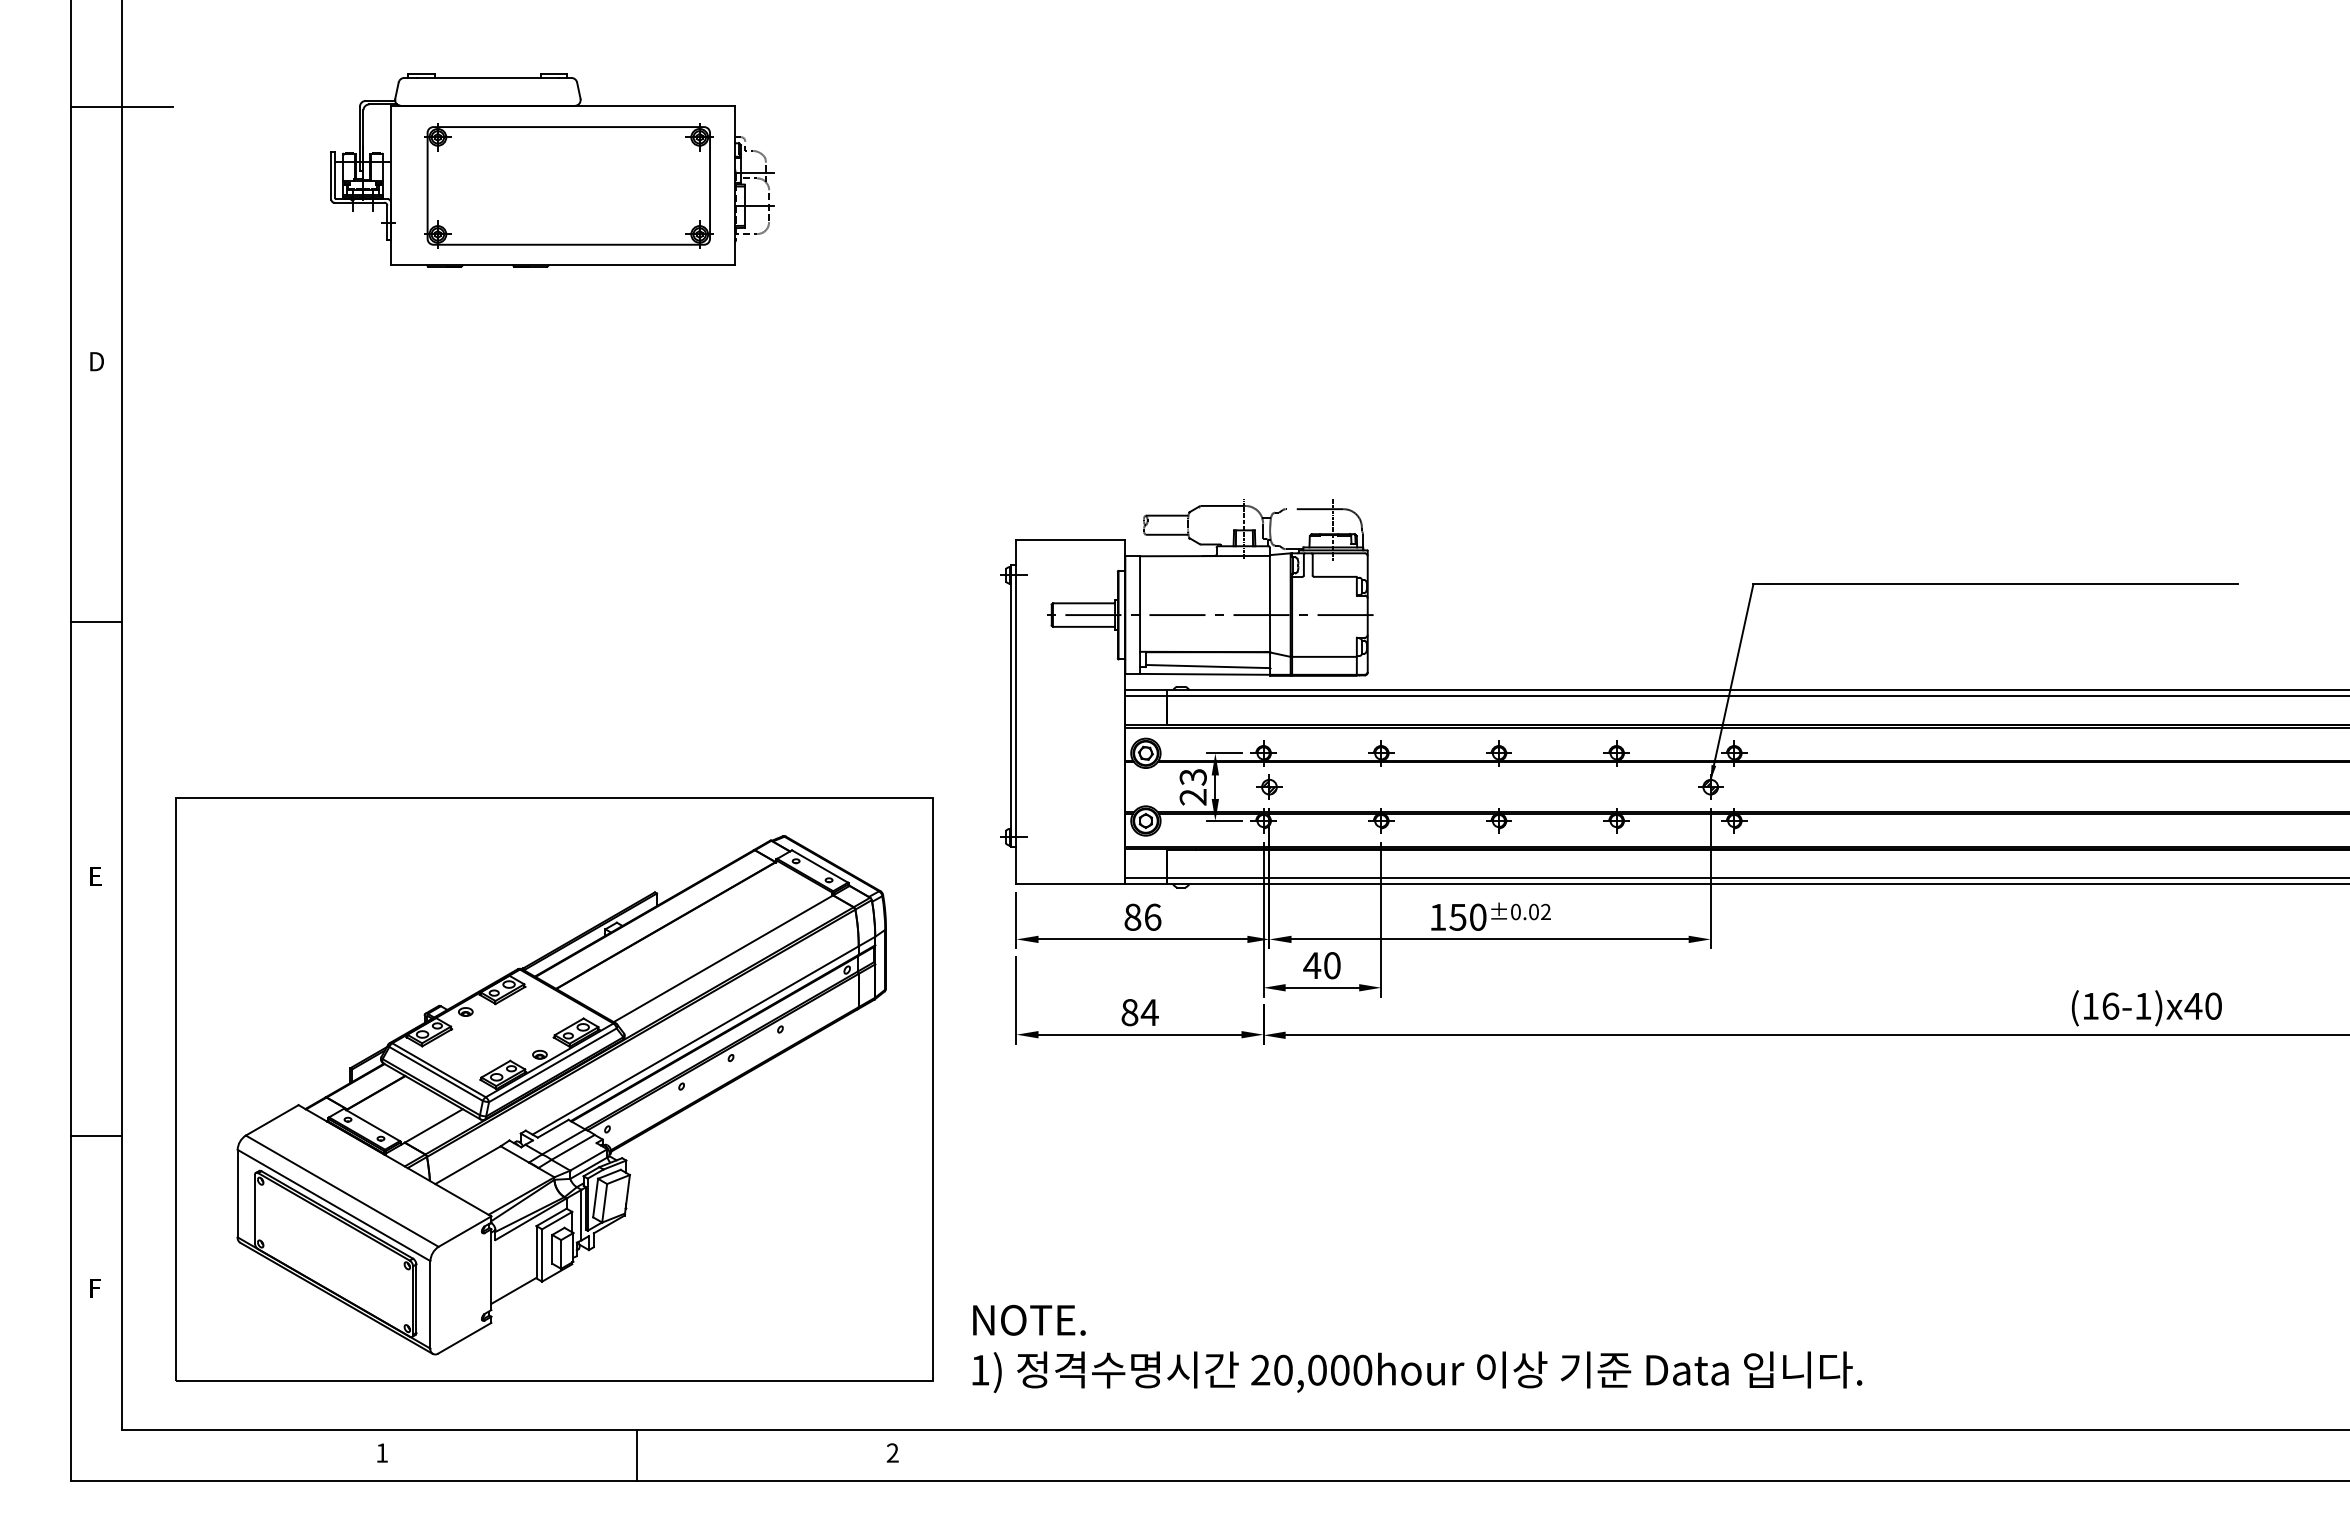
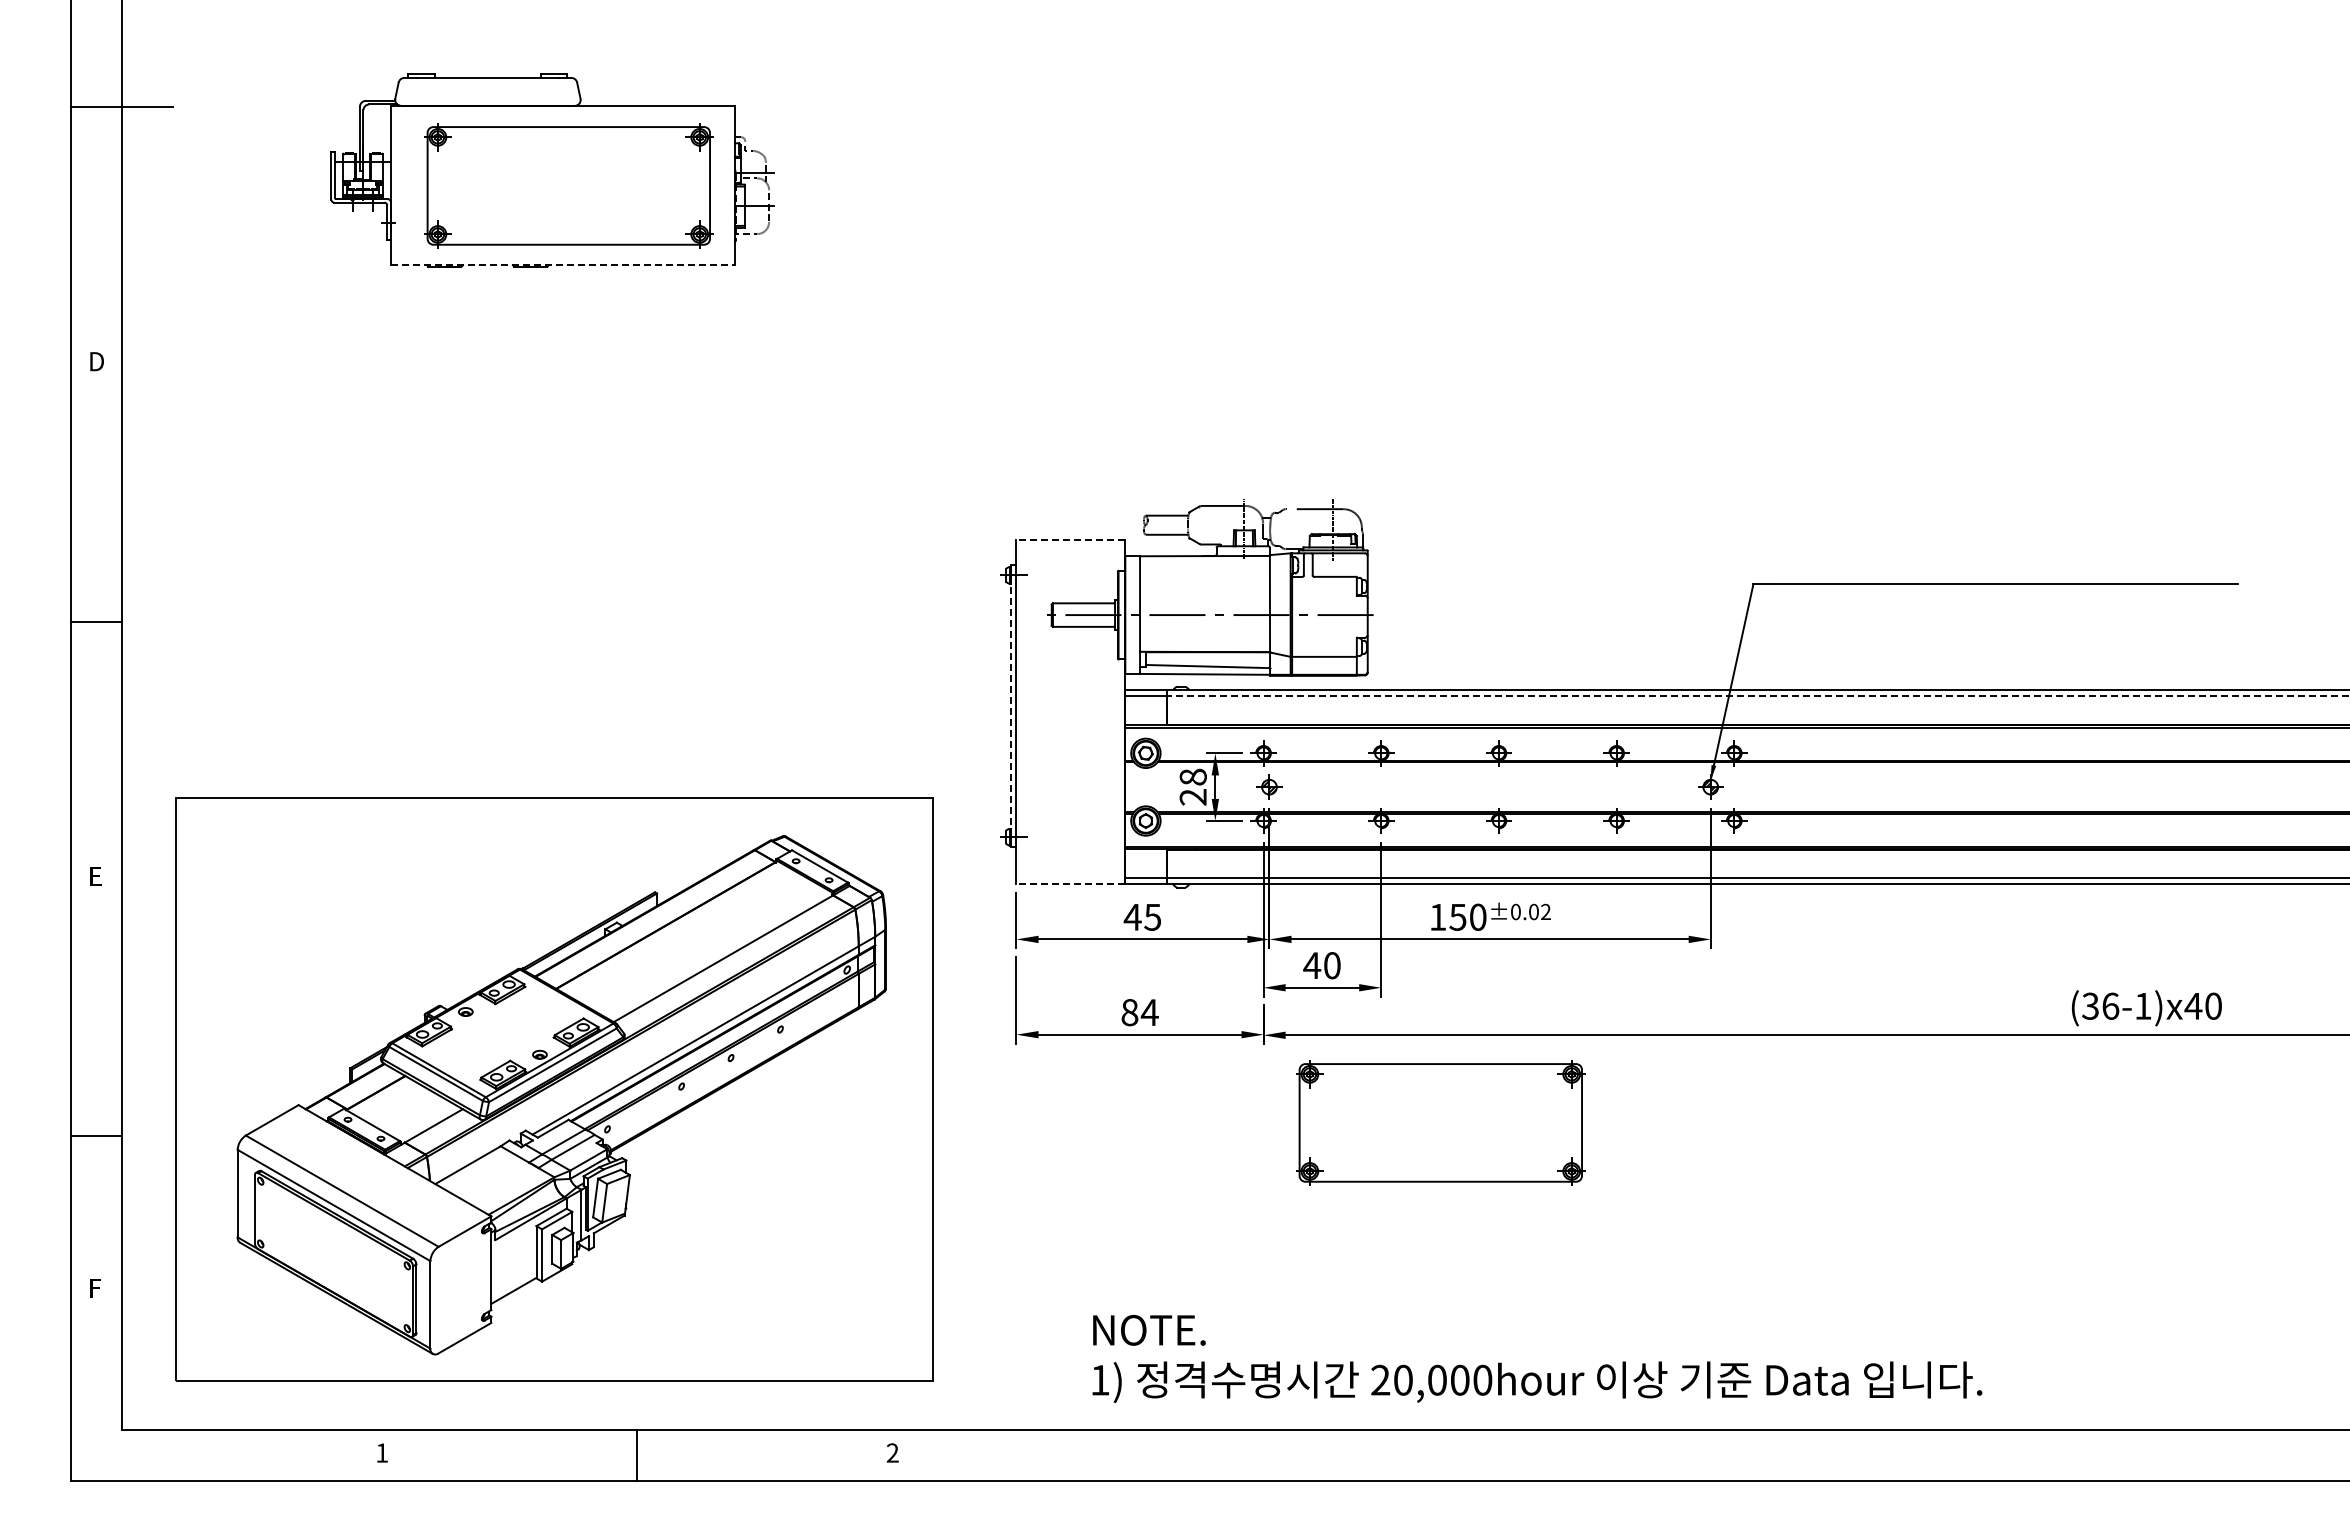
line at (563, 265): solid -> dashed
line at (1070, 540): solid -> dashed
line at (1757, 695): solid -> dashed
line at (1010, 706): solid -> dashed
text at (1192, 776): 23 -> 28
line at (1070, 884): solid -> dashed
text at (1142, 916): 86 -> 45
text at (2090, 1005): (16-1)x40 -> (36-1)x40
part at (1440, 1122): none -> present
text at (1417, 1348) position: (1417, 1348) -> (1537, 1358)
